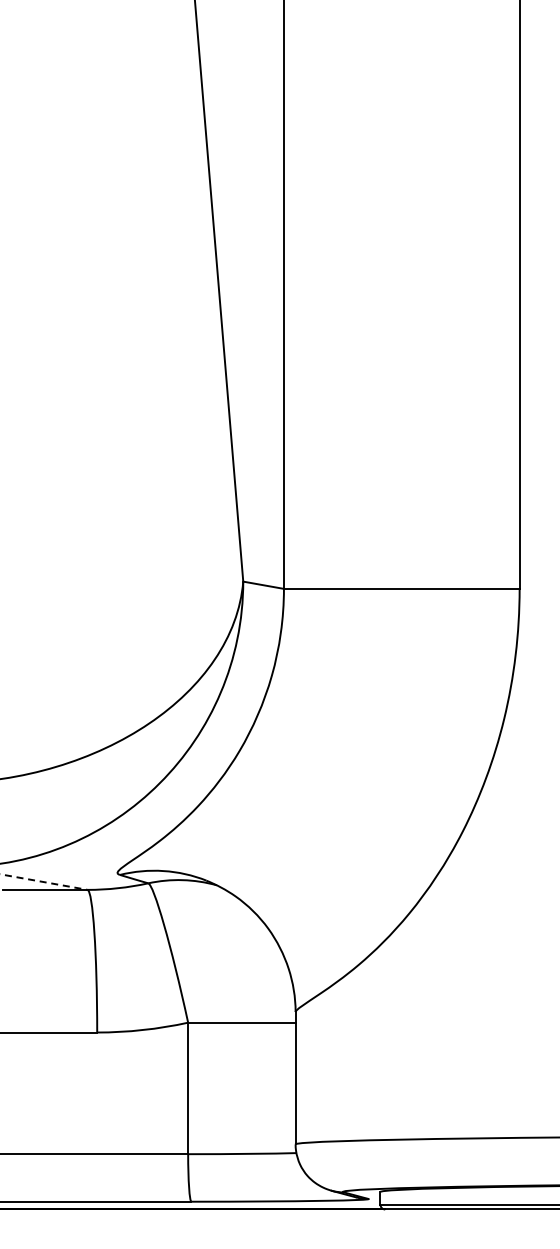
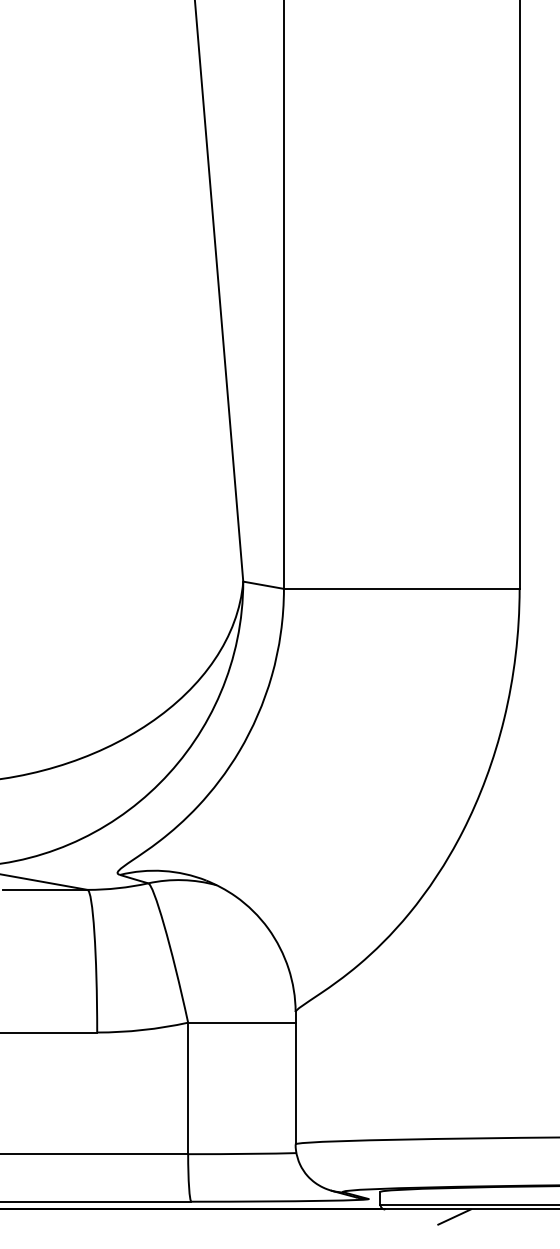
line at (44, 882): dashed -> solid
line at (454, 1216): none -> present
